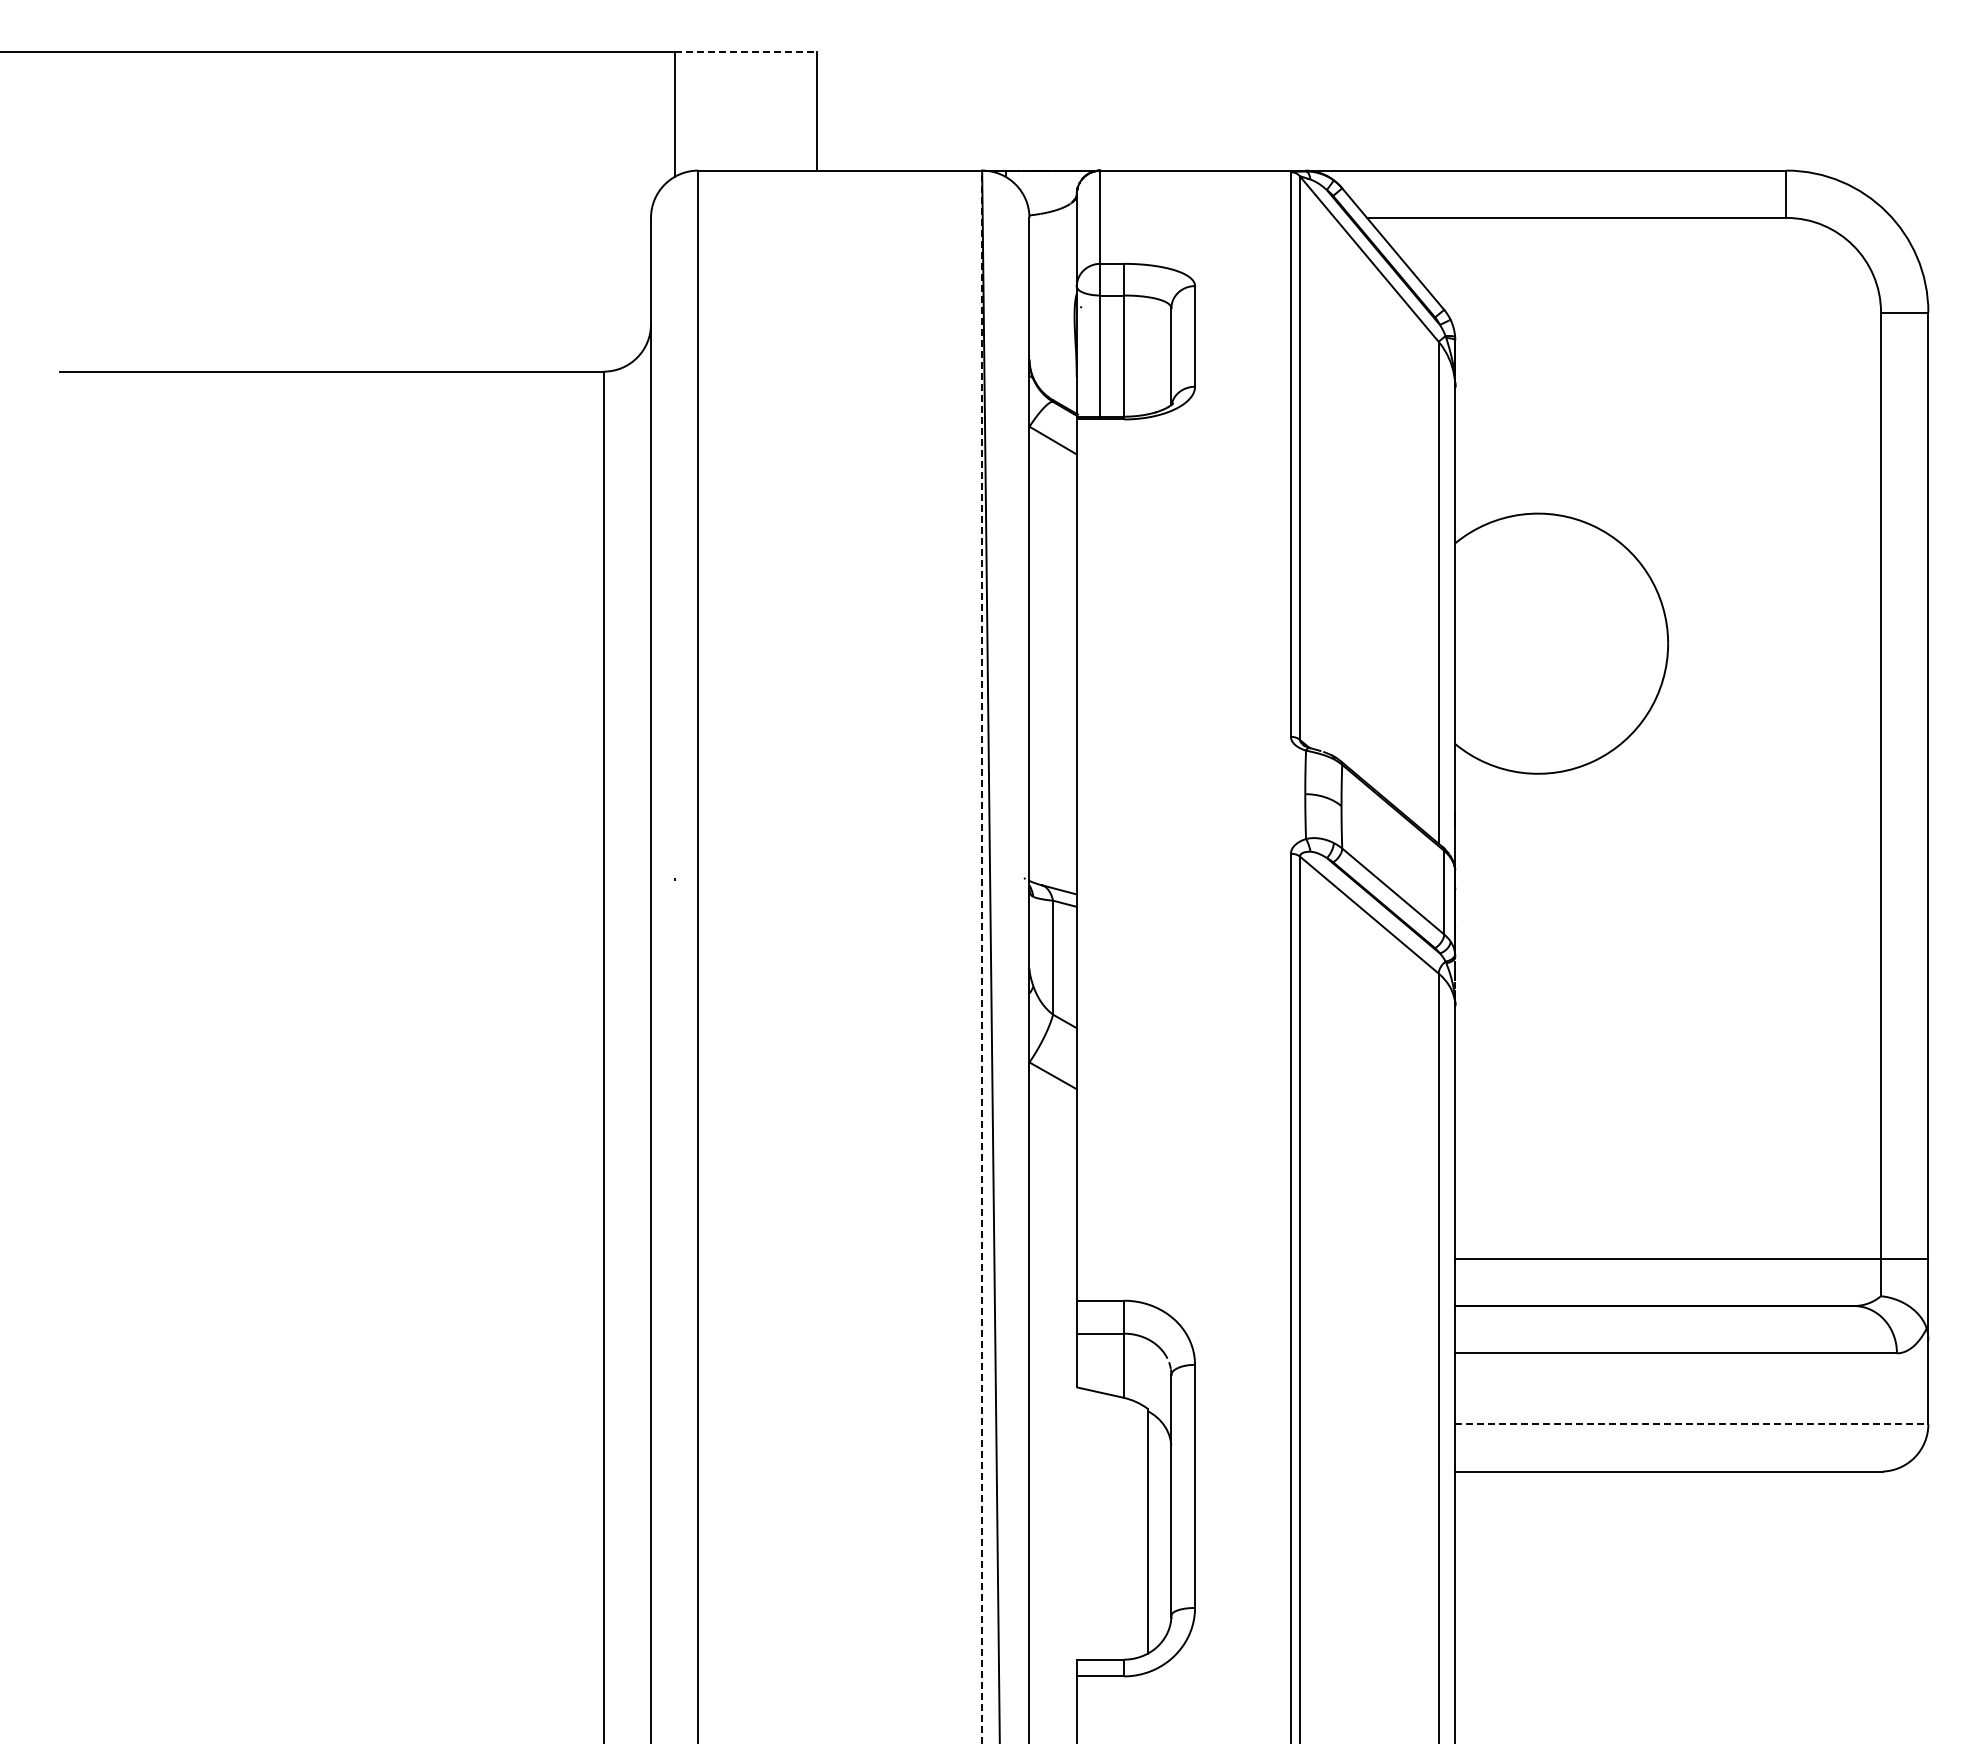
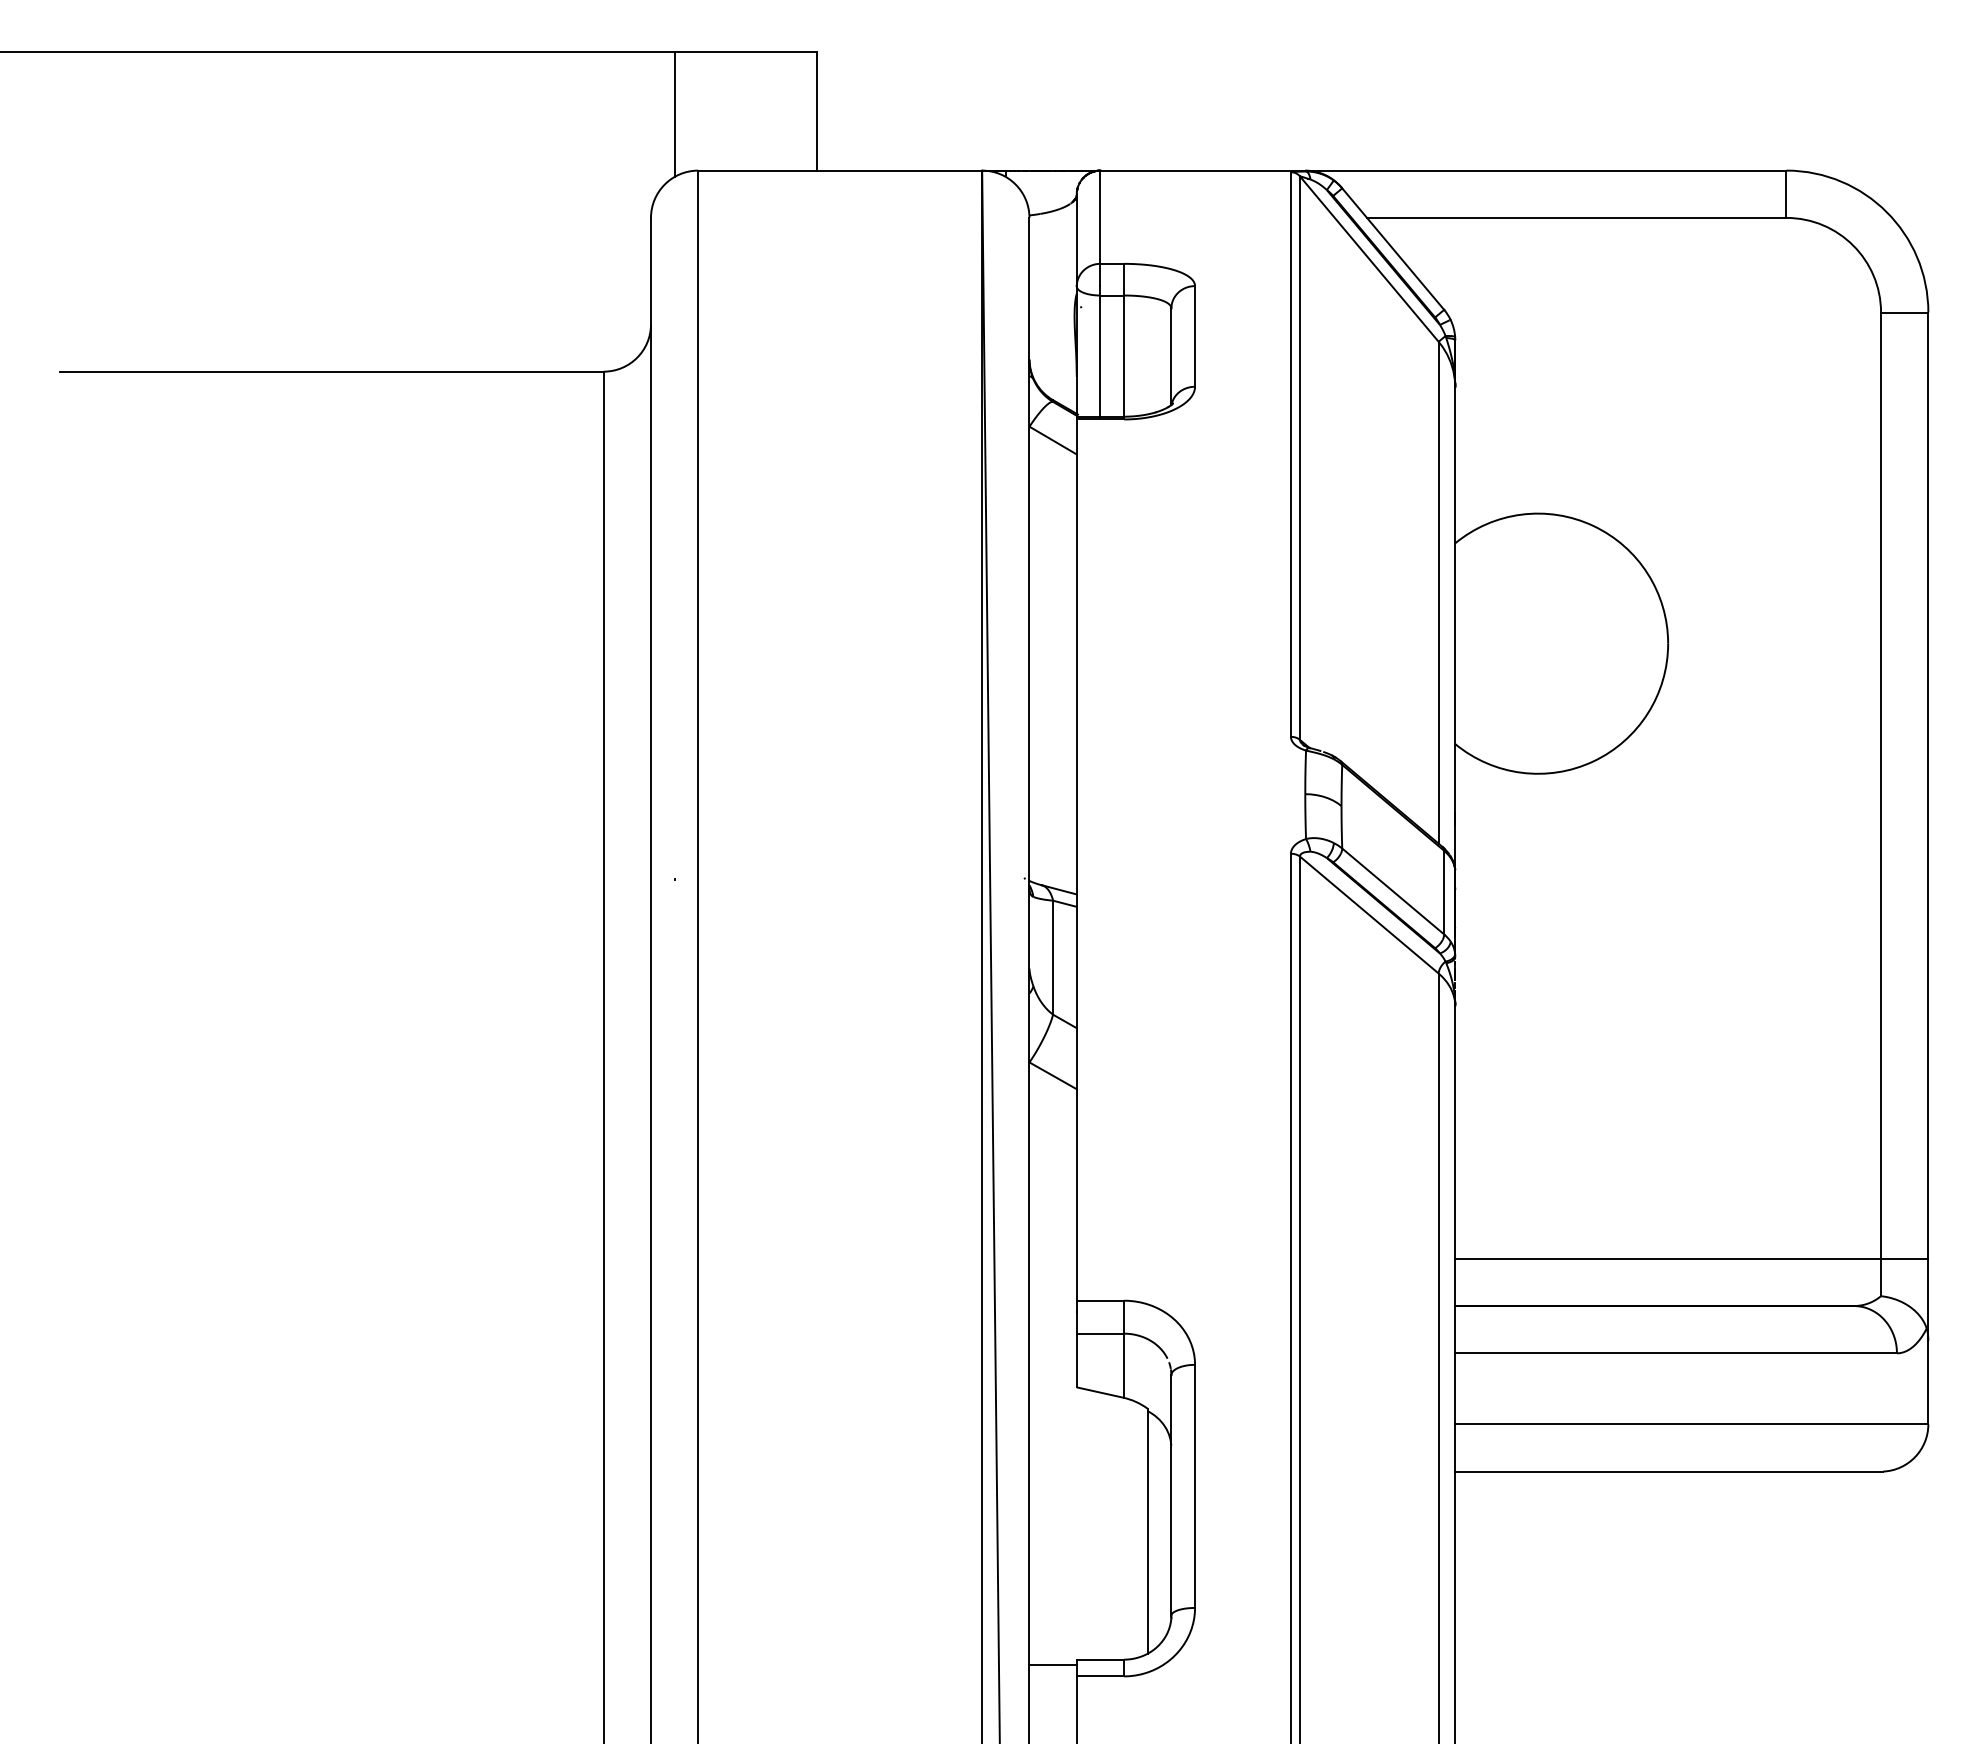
line at (745, 52): dashed -> solid
line at (982, 956): dashed -> solid
line at (1691, 1424): dashed -> solid
line at (1052, 1664): none -> present
